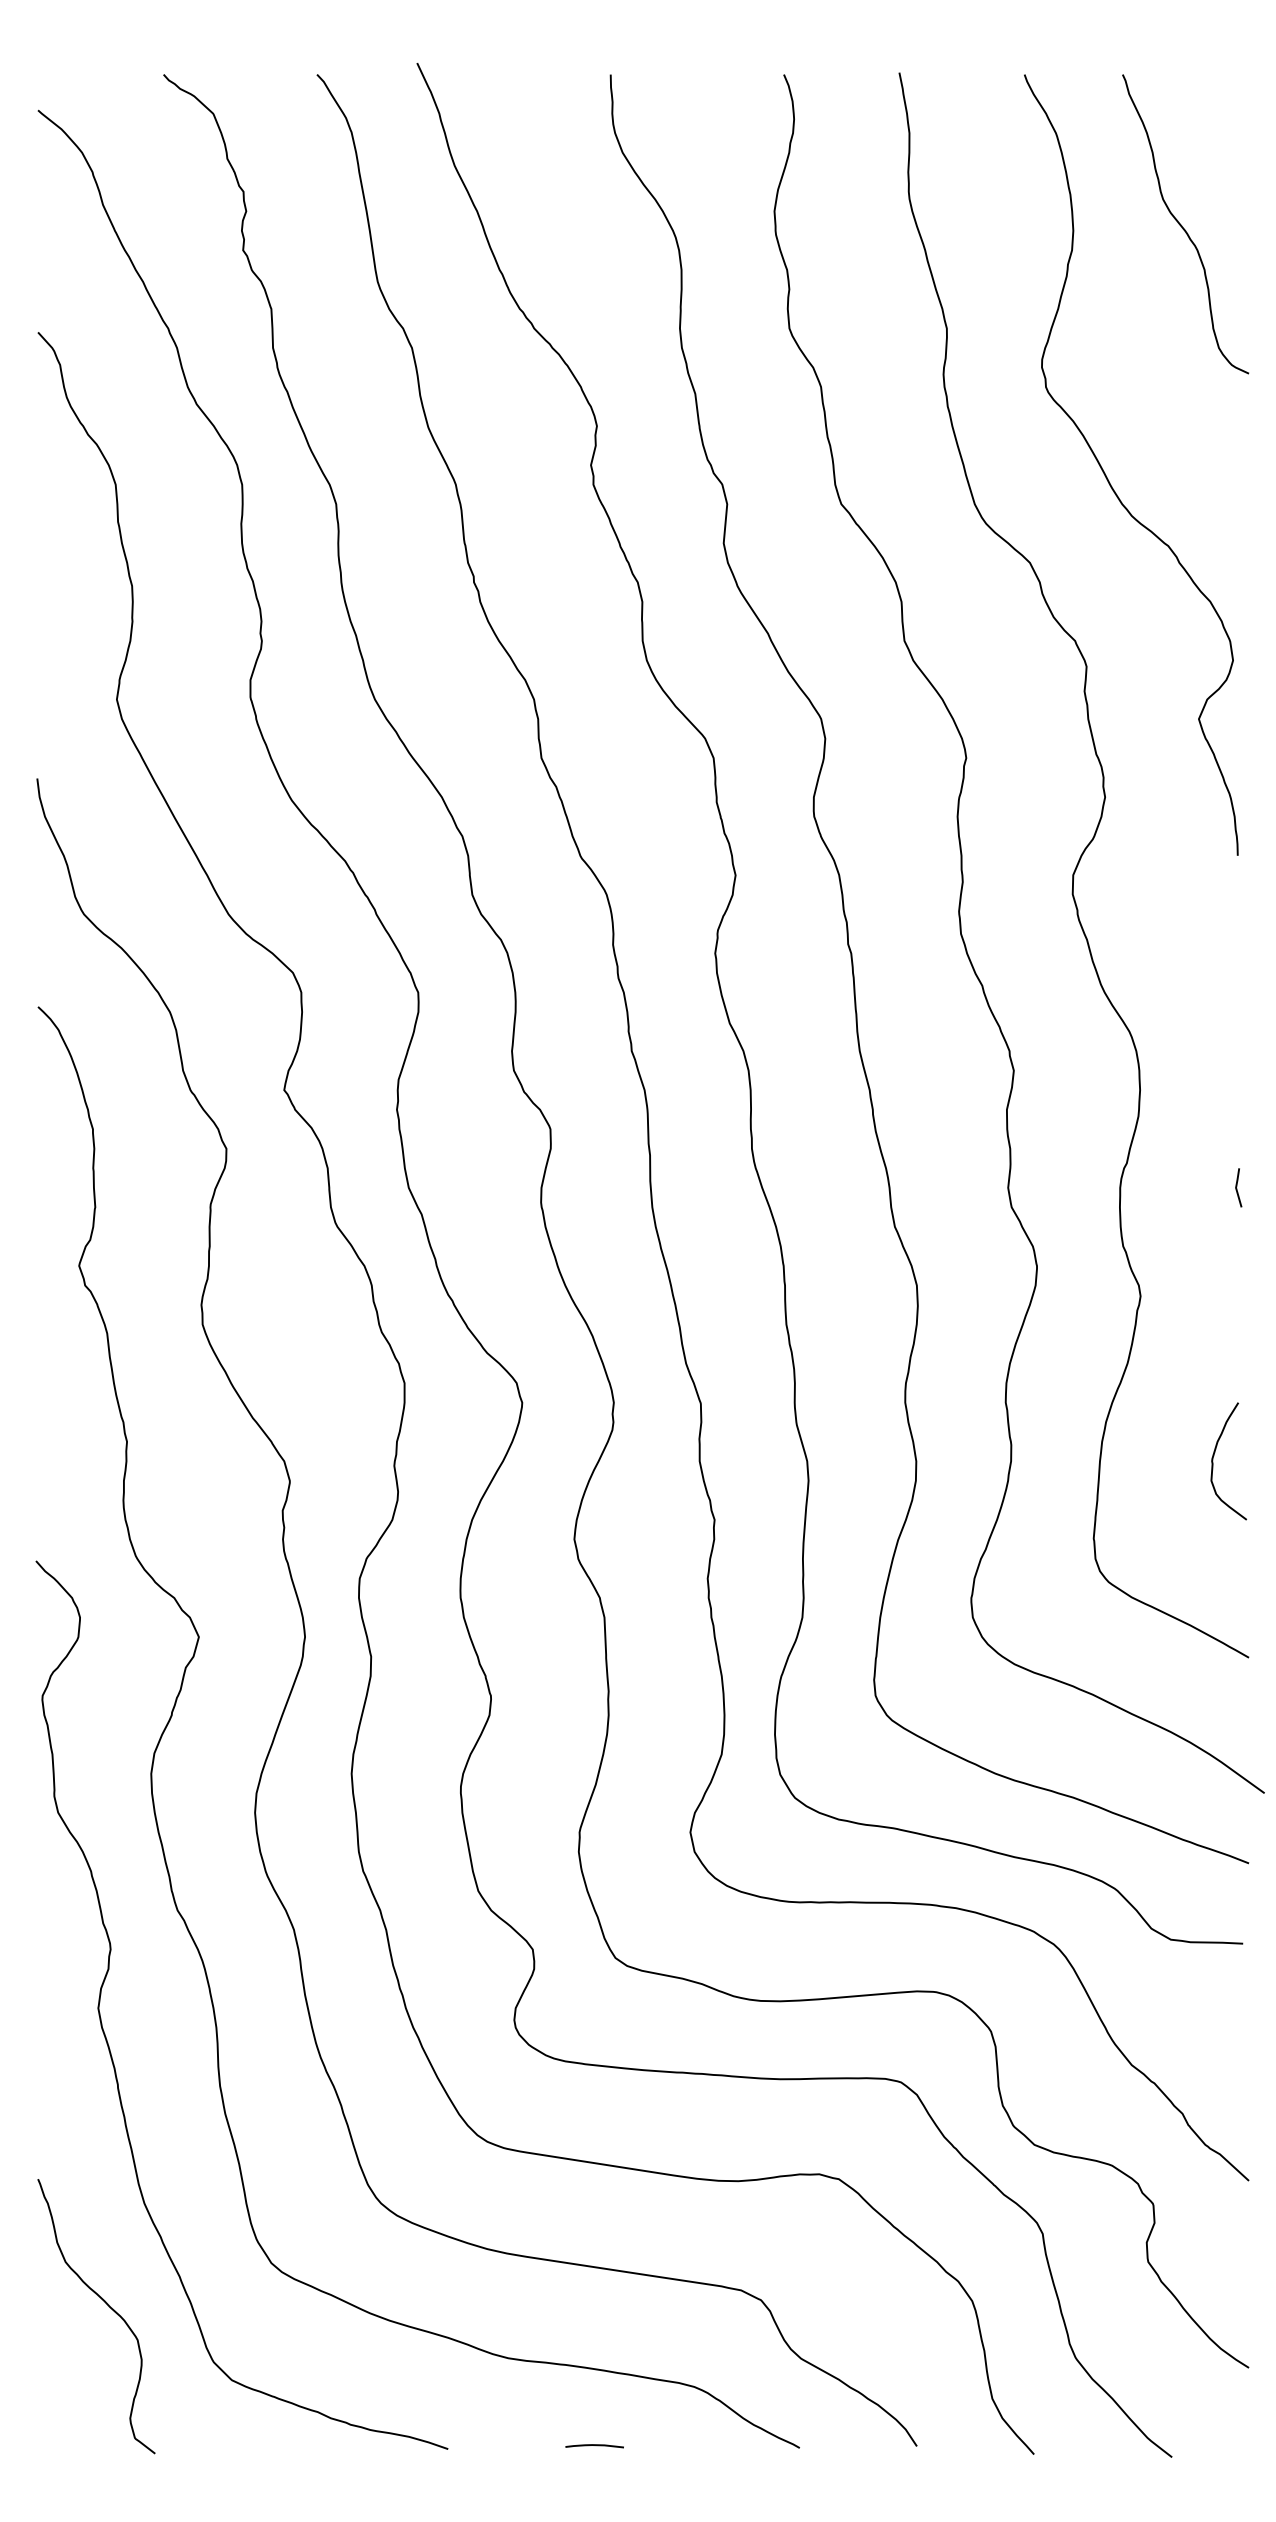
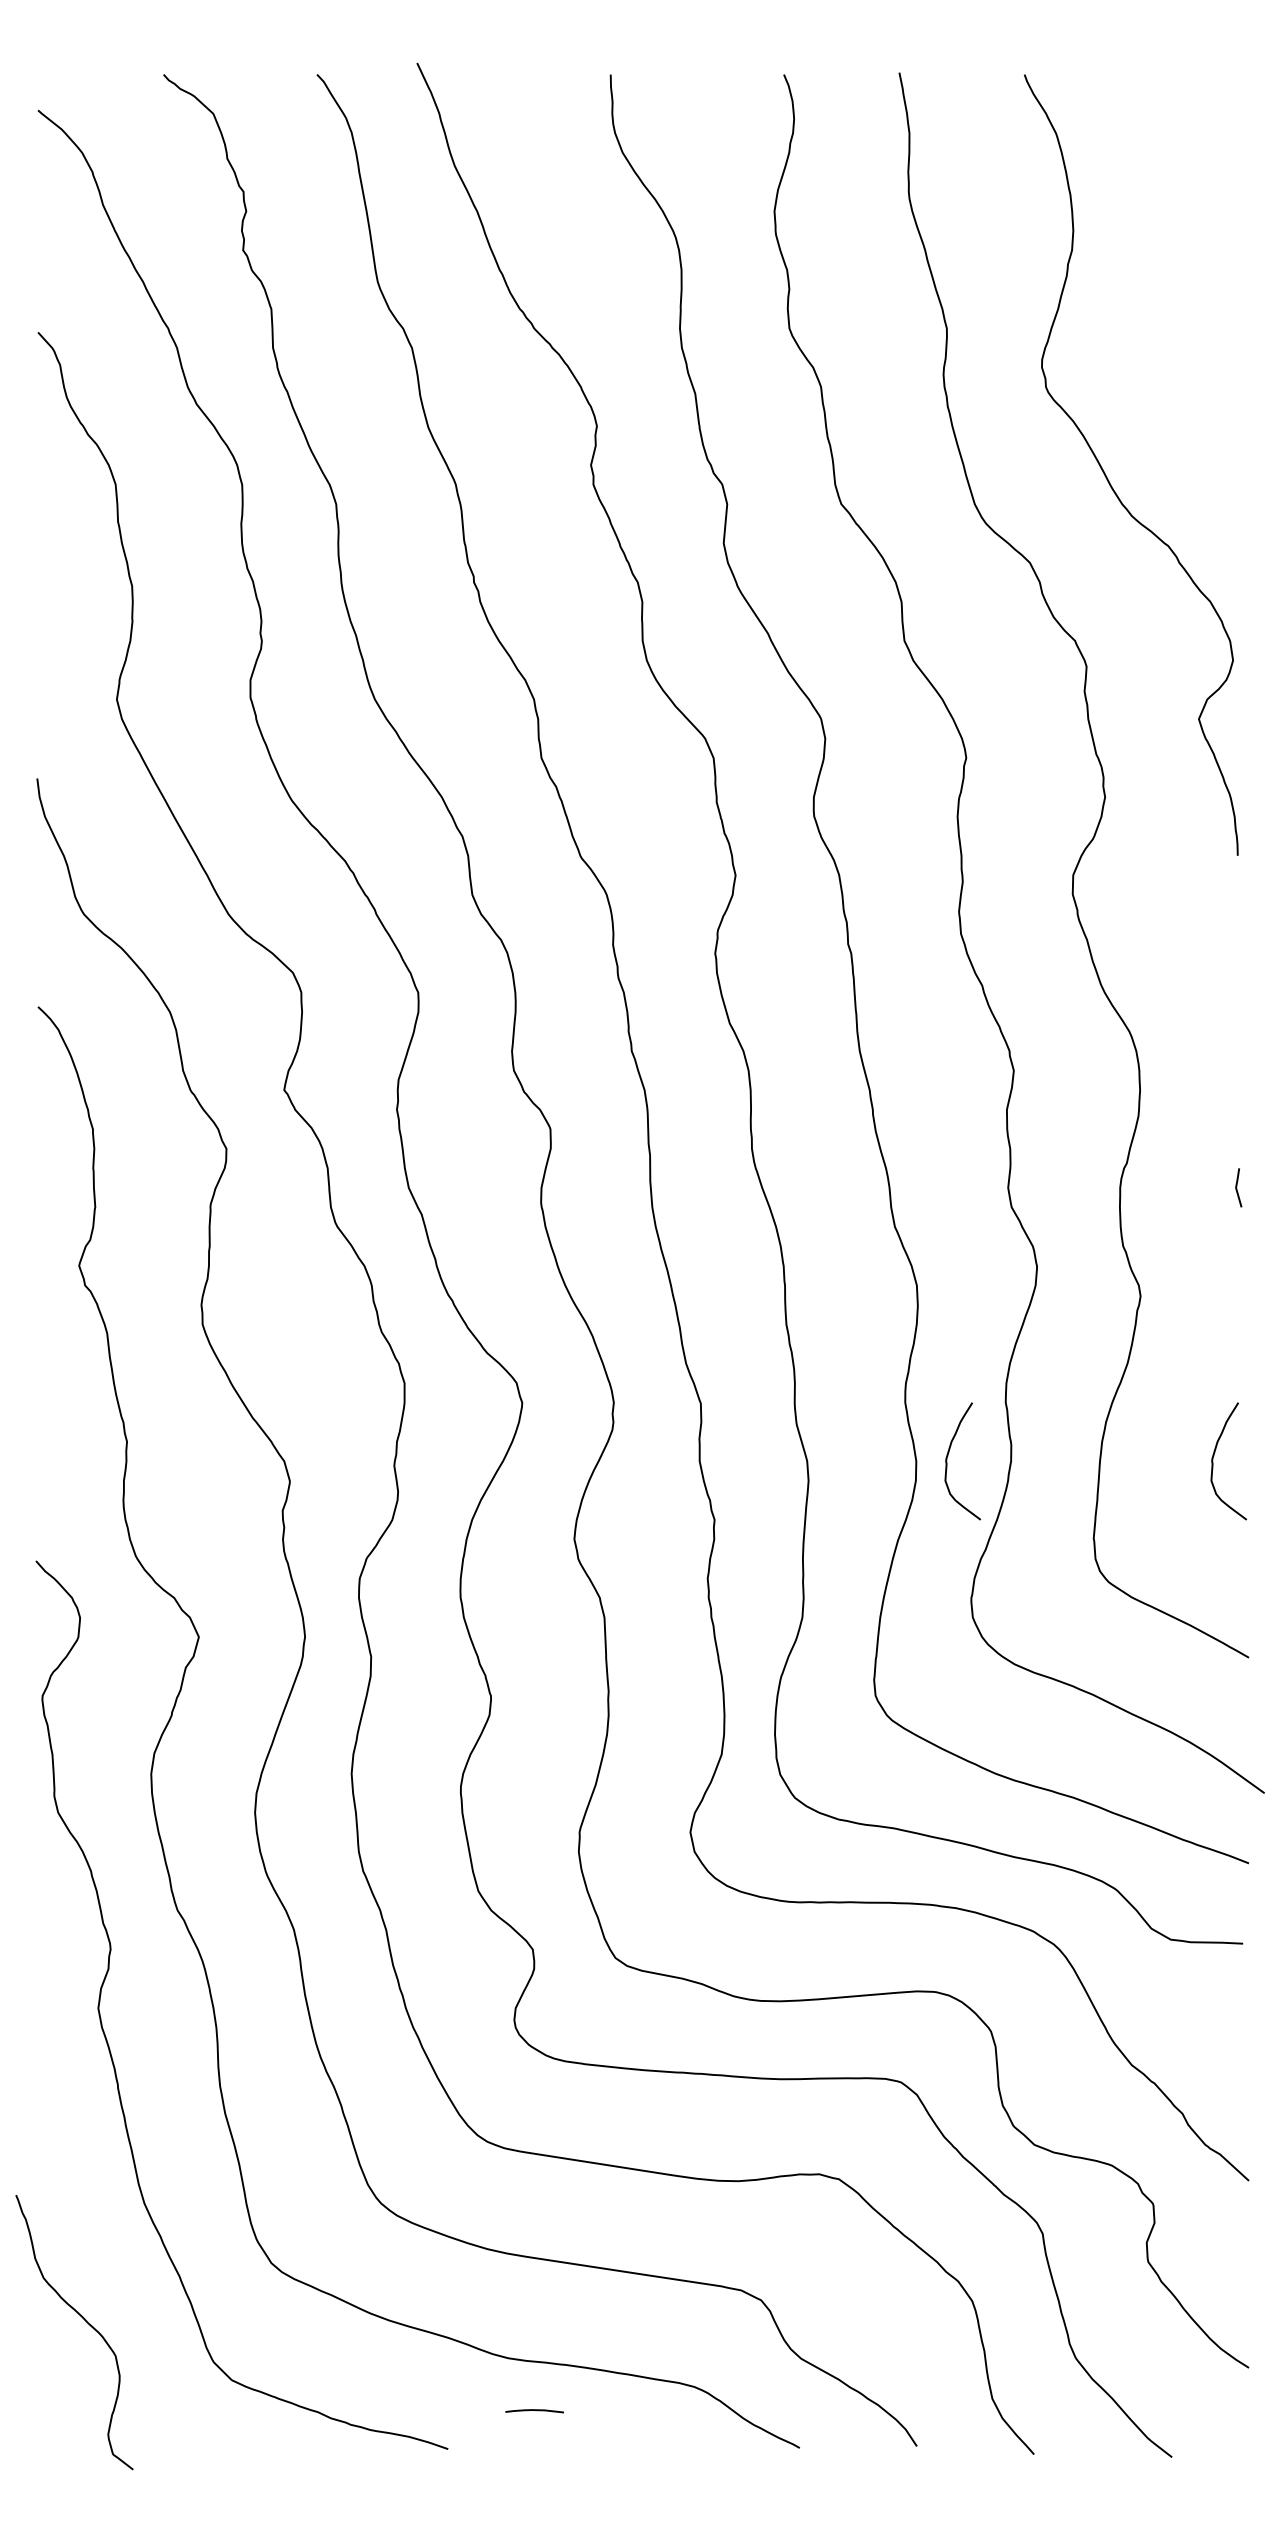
curve at (1182, 225): present -> none
curve at (948, 1456): none -> present
curve at (107, 2305) position: (107, 2305) -> (85, 2321)
curve at (594, 2445) position: (594, 2445) -> (534, 2410)
